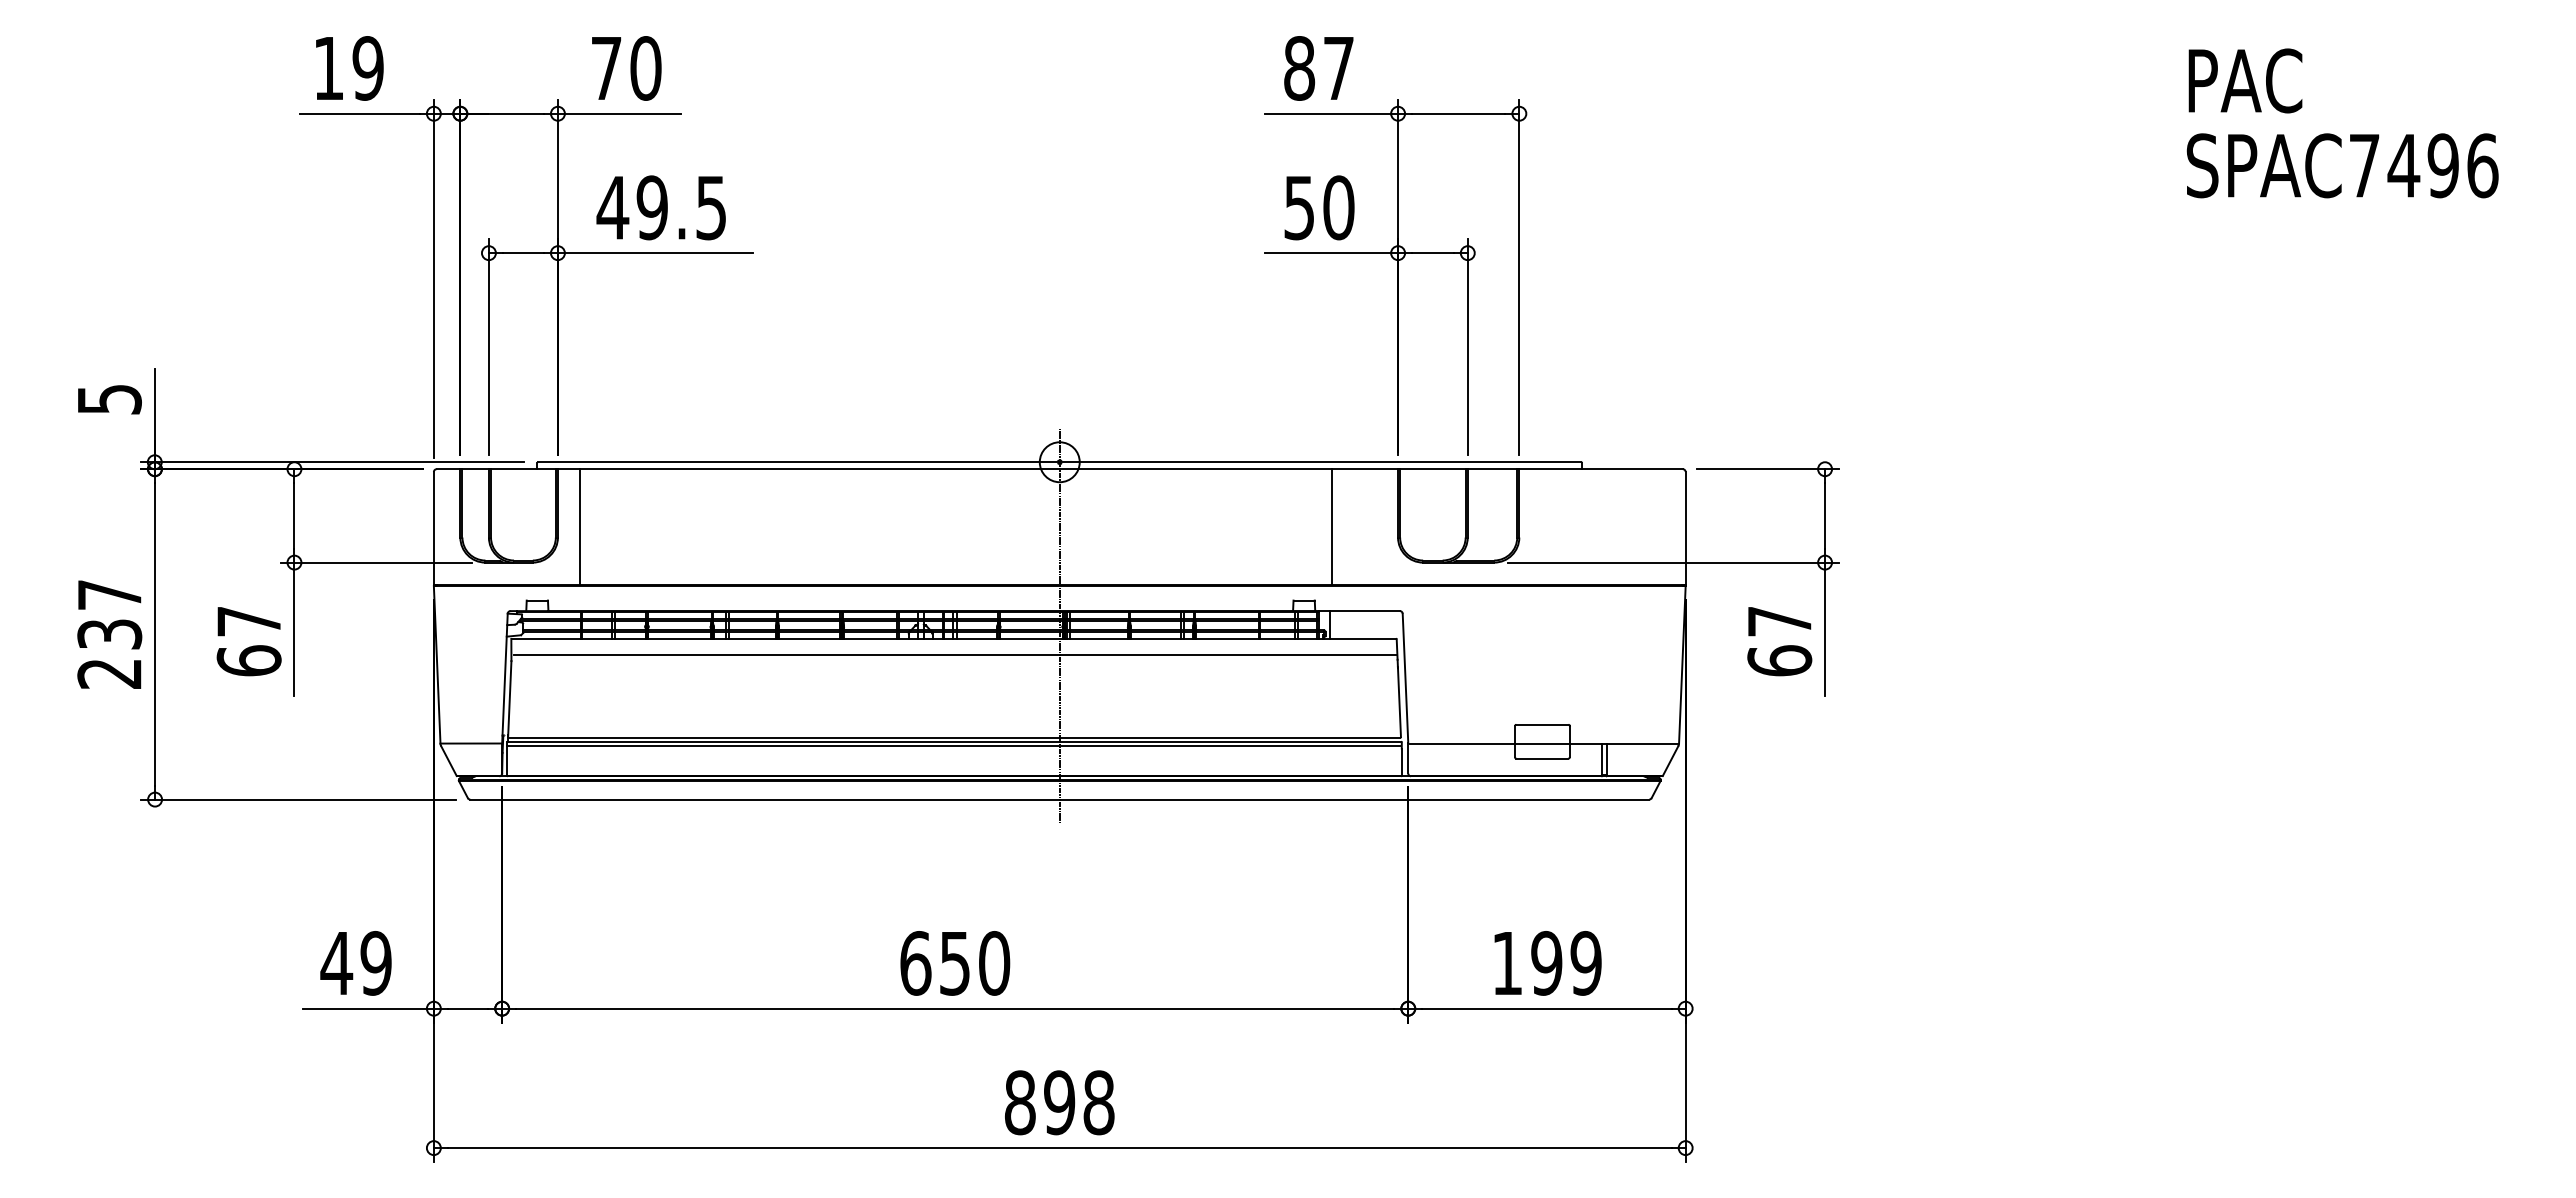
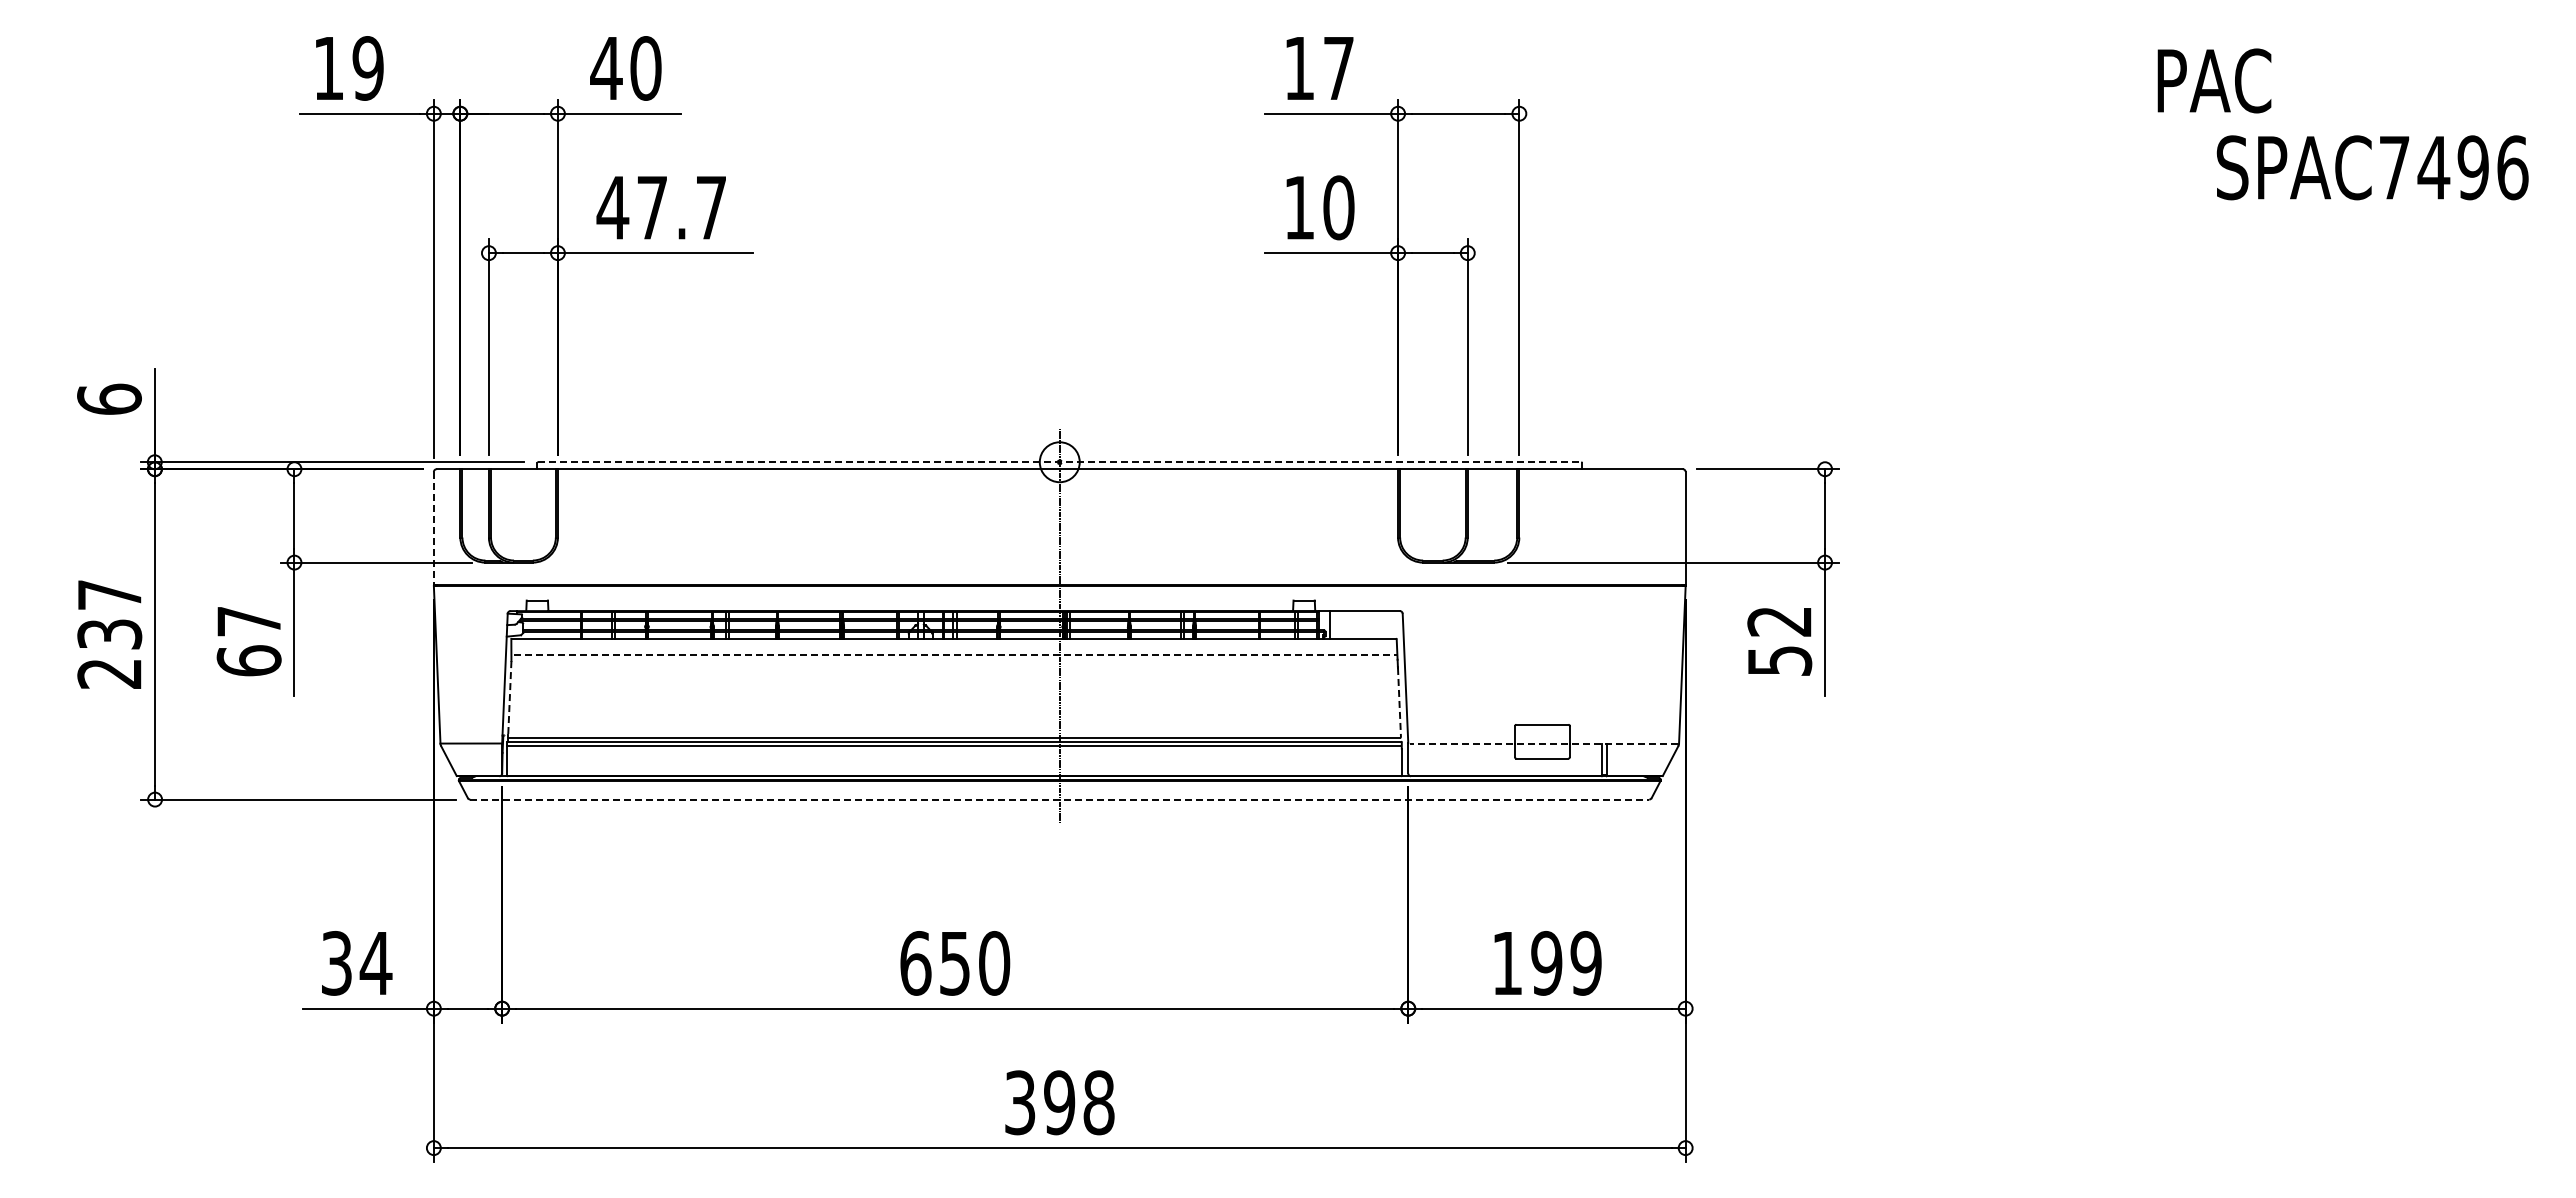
text at (606, 68): 70 -> 40
text at (1299, 68): 87 -> 17
text at (2245, 80) position: (2245, 80) -> (2214, 80)
text at (2342, 165) position: (2342, 165) -> (2372, 167)
text at (680, 207): 49.5 -> 47.7
text at (1298, 208): 50 -> 10
text at (109, 398): 5 -> 6
line at (1059, 462): solid -> dashed
line at (579, 526): present -> none
line at (1332, 526): present -> none
line at (433, 528): solid -> dashed
text at (1779, 641): 67 -> 52
line at (955, 655): solid -> dashed
line at (509, 699): solid -> dashed
line at (1399, 702): solid -> dashed
line at (1543, 743): solid -> dashed
line at (1060, 799): solid -> dashed
text at (356, 963): 49 -> 34
text at (1020, 1102): 898 -> 398
